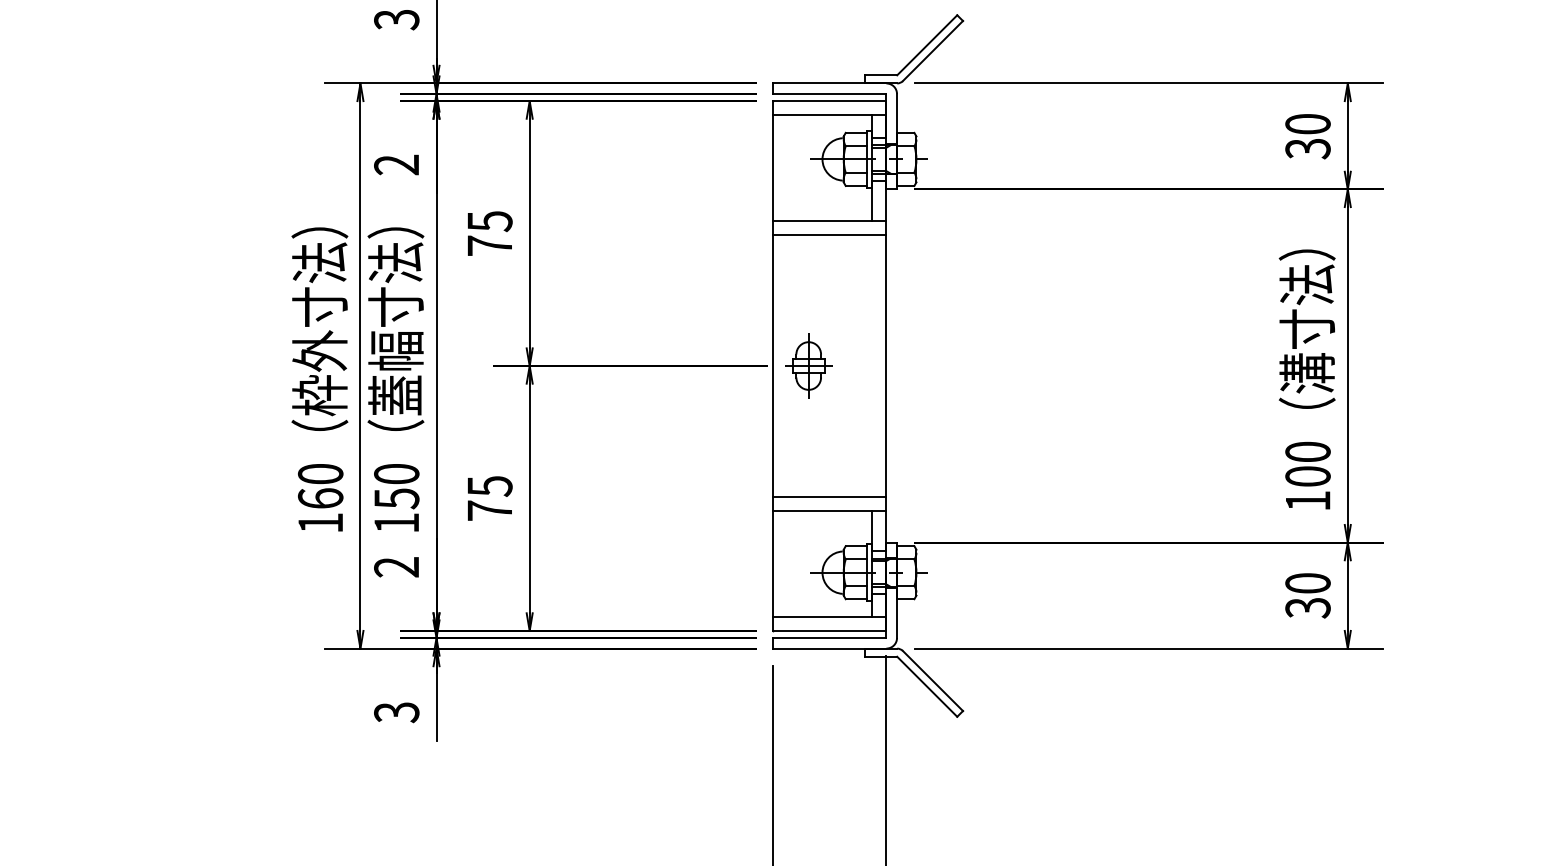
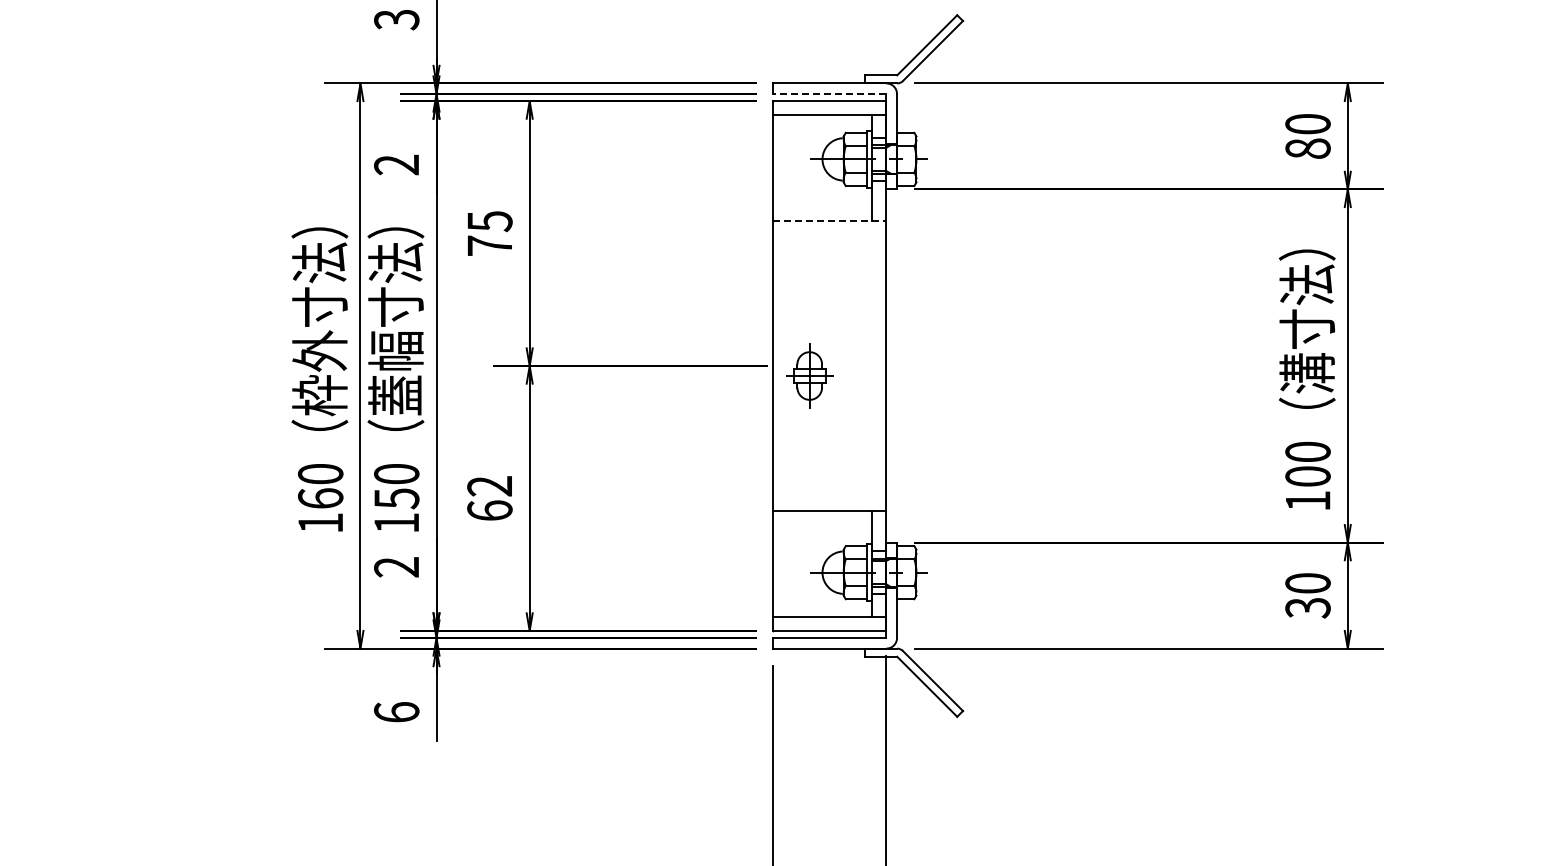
line at (829, 94): solid -> dashed
text at (1307, 148): 30 -> 80
line at (829, 221): solid -> dashed
line at (829, 235): present -> none
part at (808, 365) position: (808, 365) -> (809, 375)
line at (829, 496): present -> none
text at (489, 498): 75 -> 62
text at (396, 712): 3 -> 6
